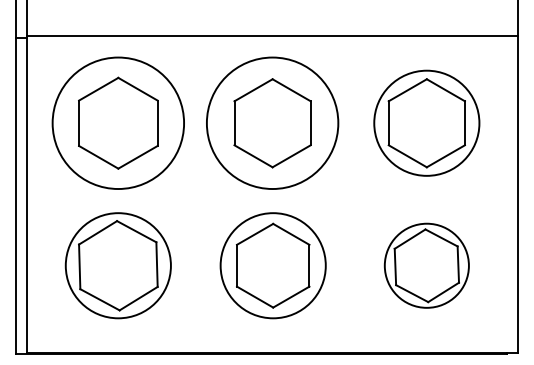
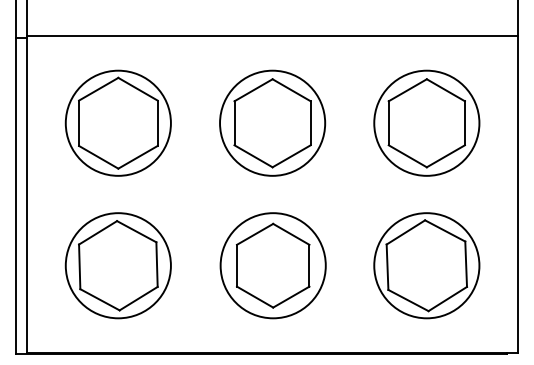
circle at (118, 123) diameter: 131 px -> 105 px
circle at (272, 123) diameter: 131 px -> 105 px
part at (426, 265) size: 87x87 px -> 108x108 px
